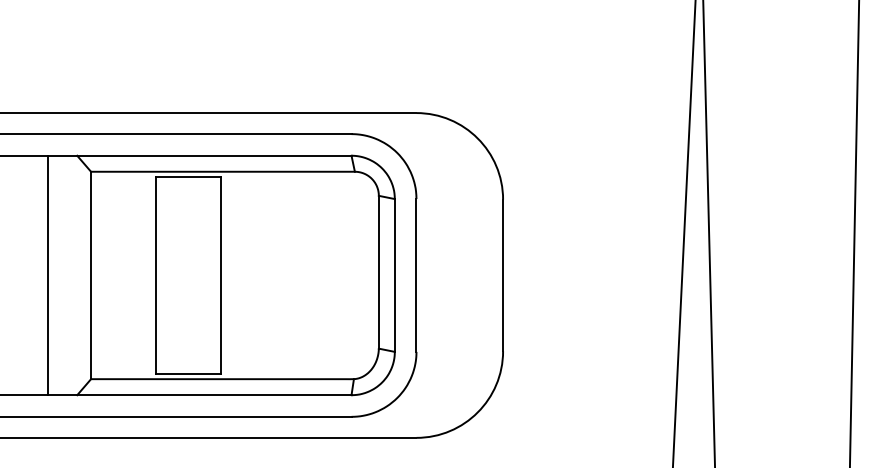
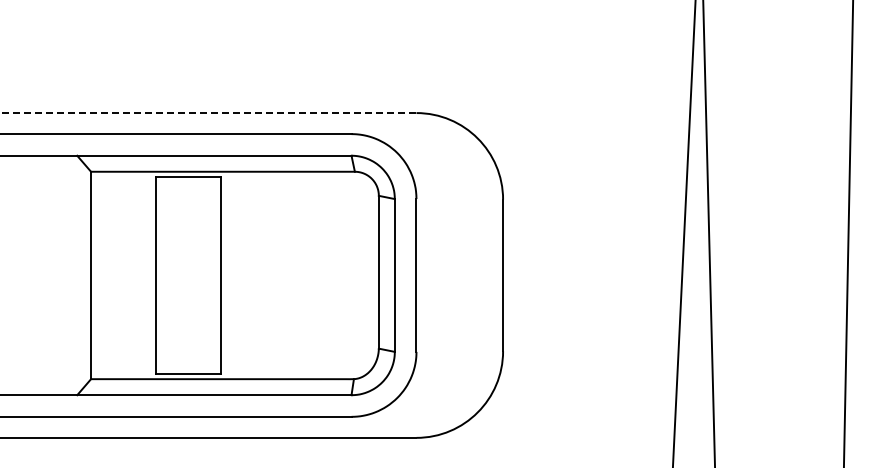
line at (208, 113): solid -> dashed
line at (854, 233) position: (854, 233) -> (848, 233)
line at (48, 275): present -> none
